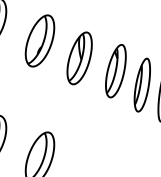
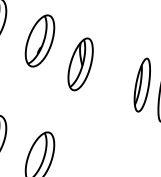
part at (79, 58) position: (79, 58) -> (80, 64)
part at (115, 71): present -> none
